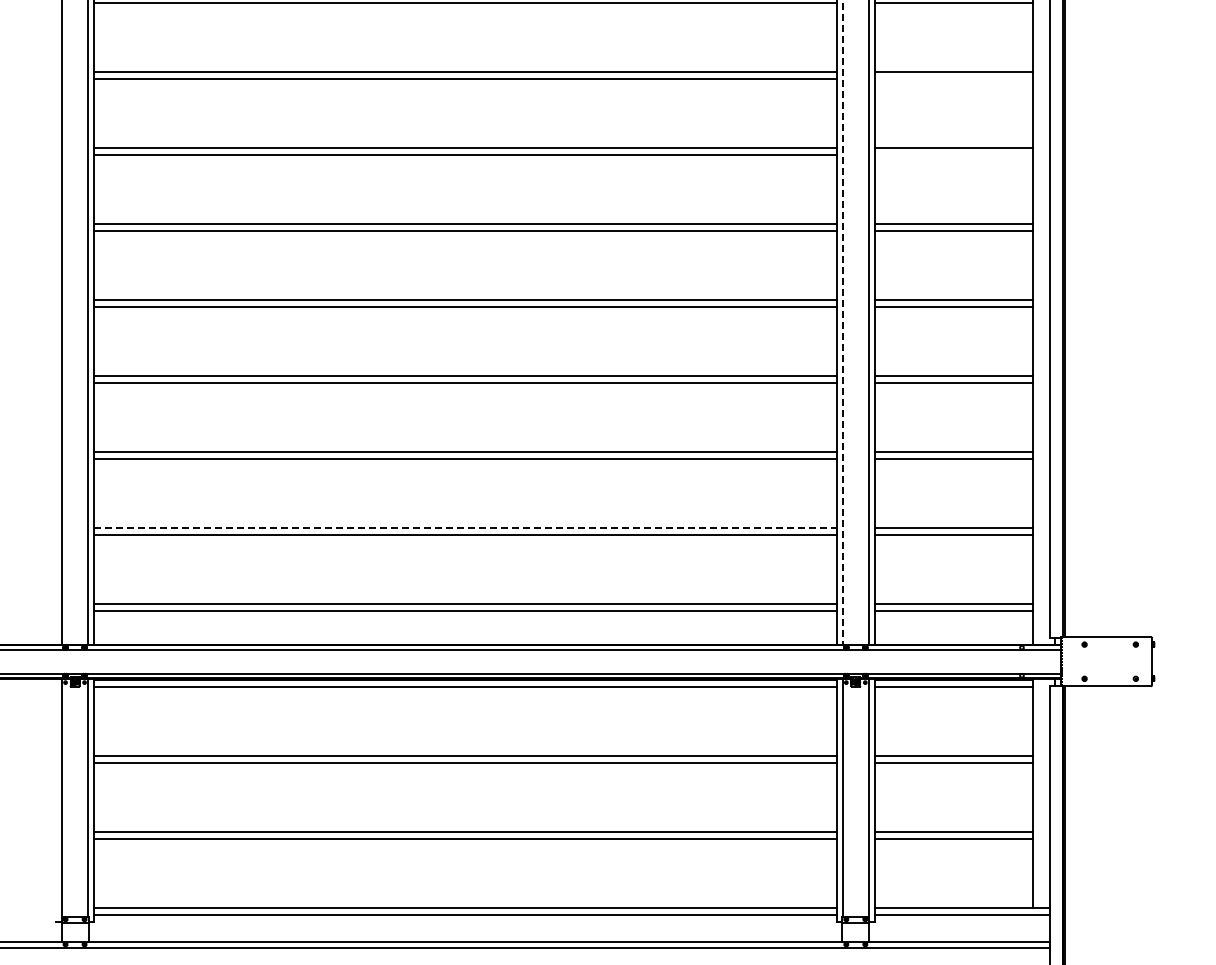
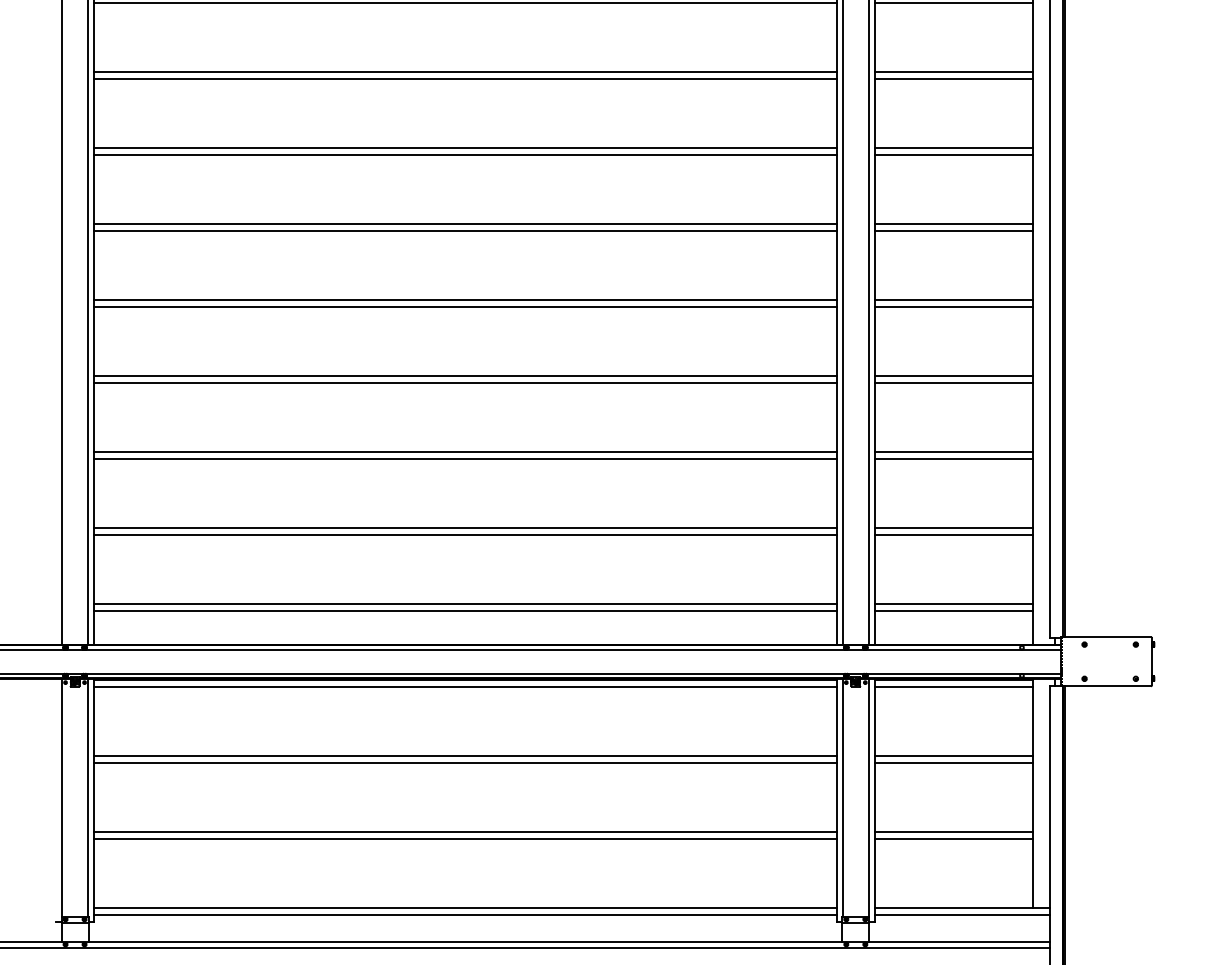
line at (953, 78): none -> present
line at (953, 154): none -> present
line at (842, 323): dashed -> solid
line at (465, 528): dashed -> solid
